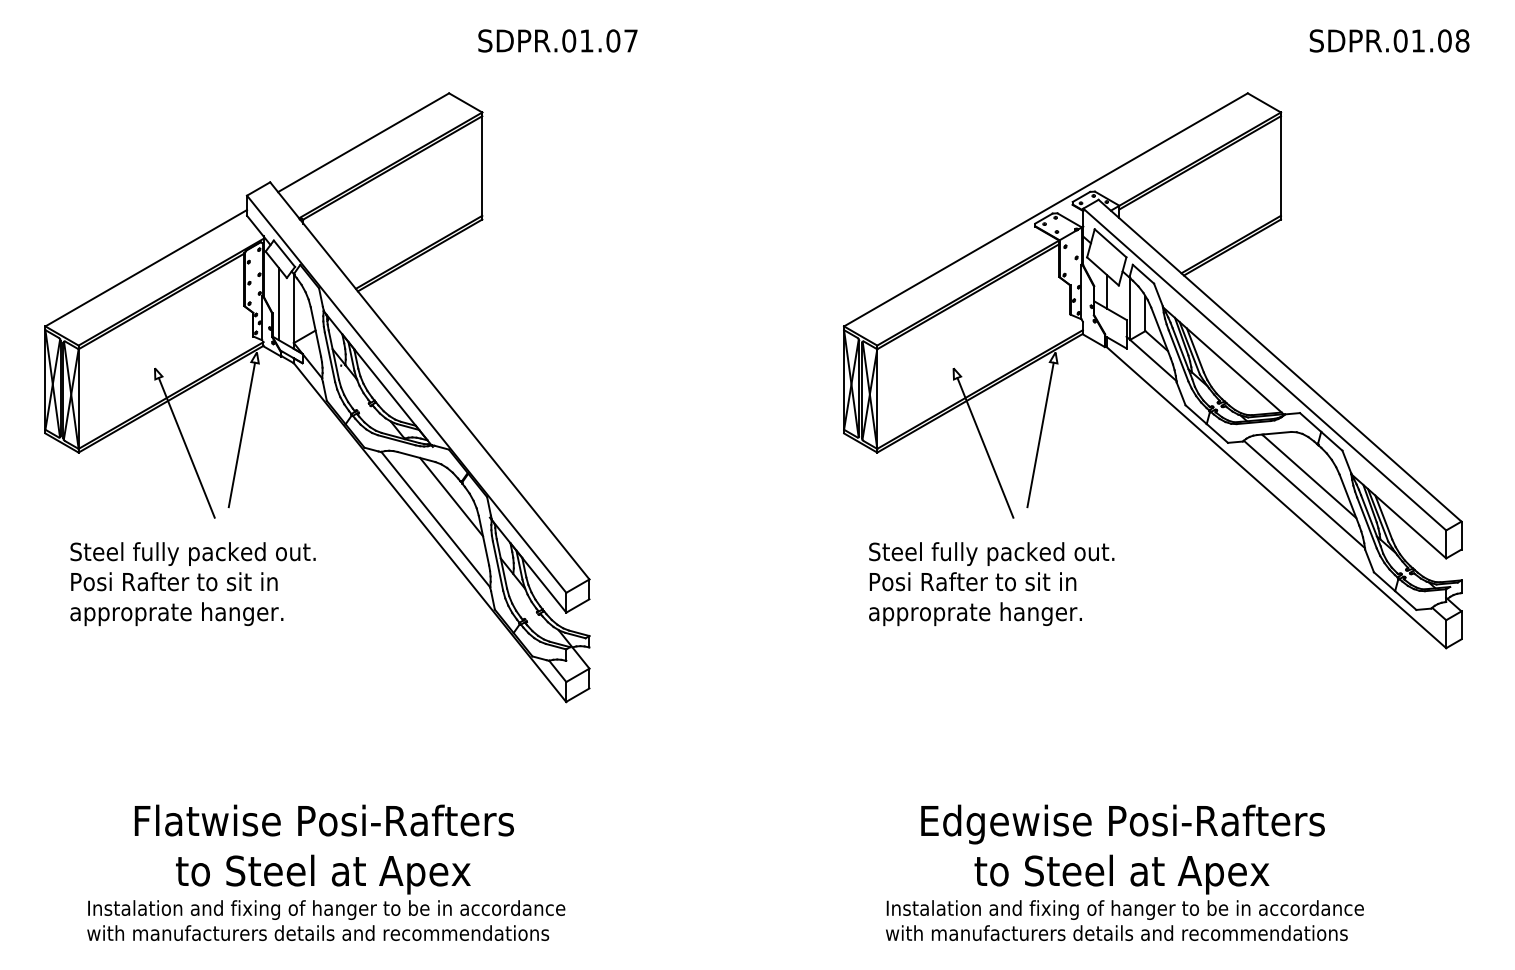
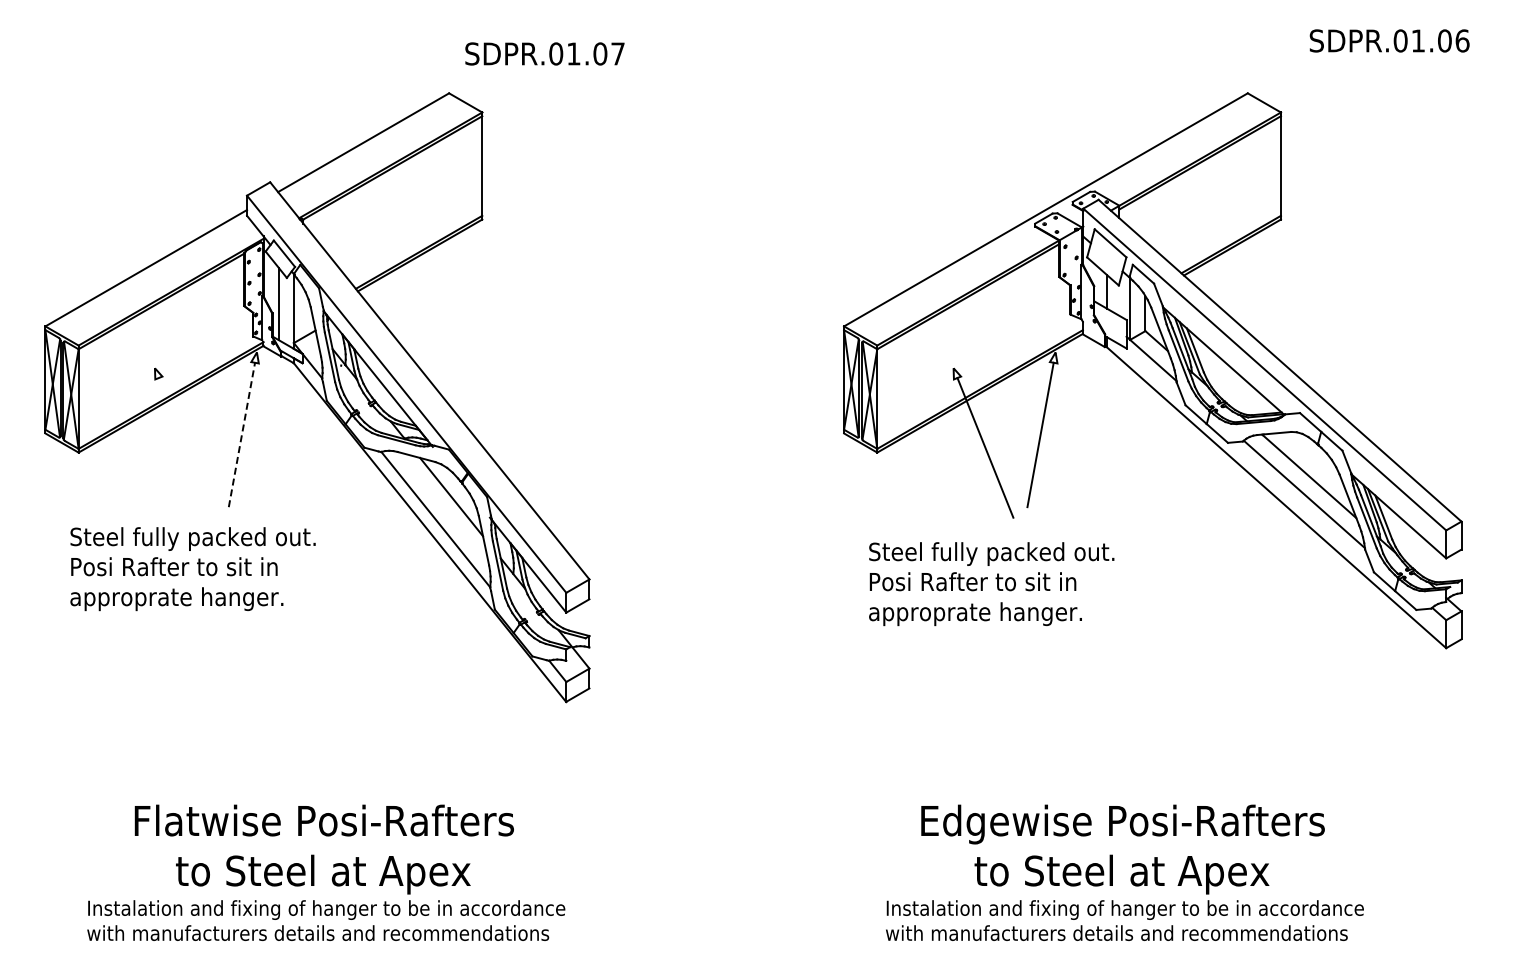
text at (557, 40) position: (557, 40) -> (544, 53)
text at (1462, 40): SDPR.01.08 -> SDPR.01.06
line at (242, 434): solid -> dashed
line at (186, 447): present -> none
text at (192, 584) position: (192, 584) -> (192, 569)
